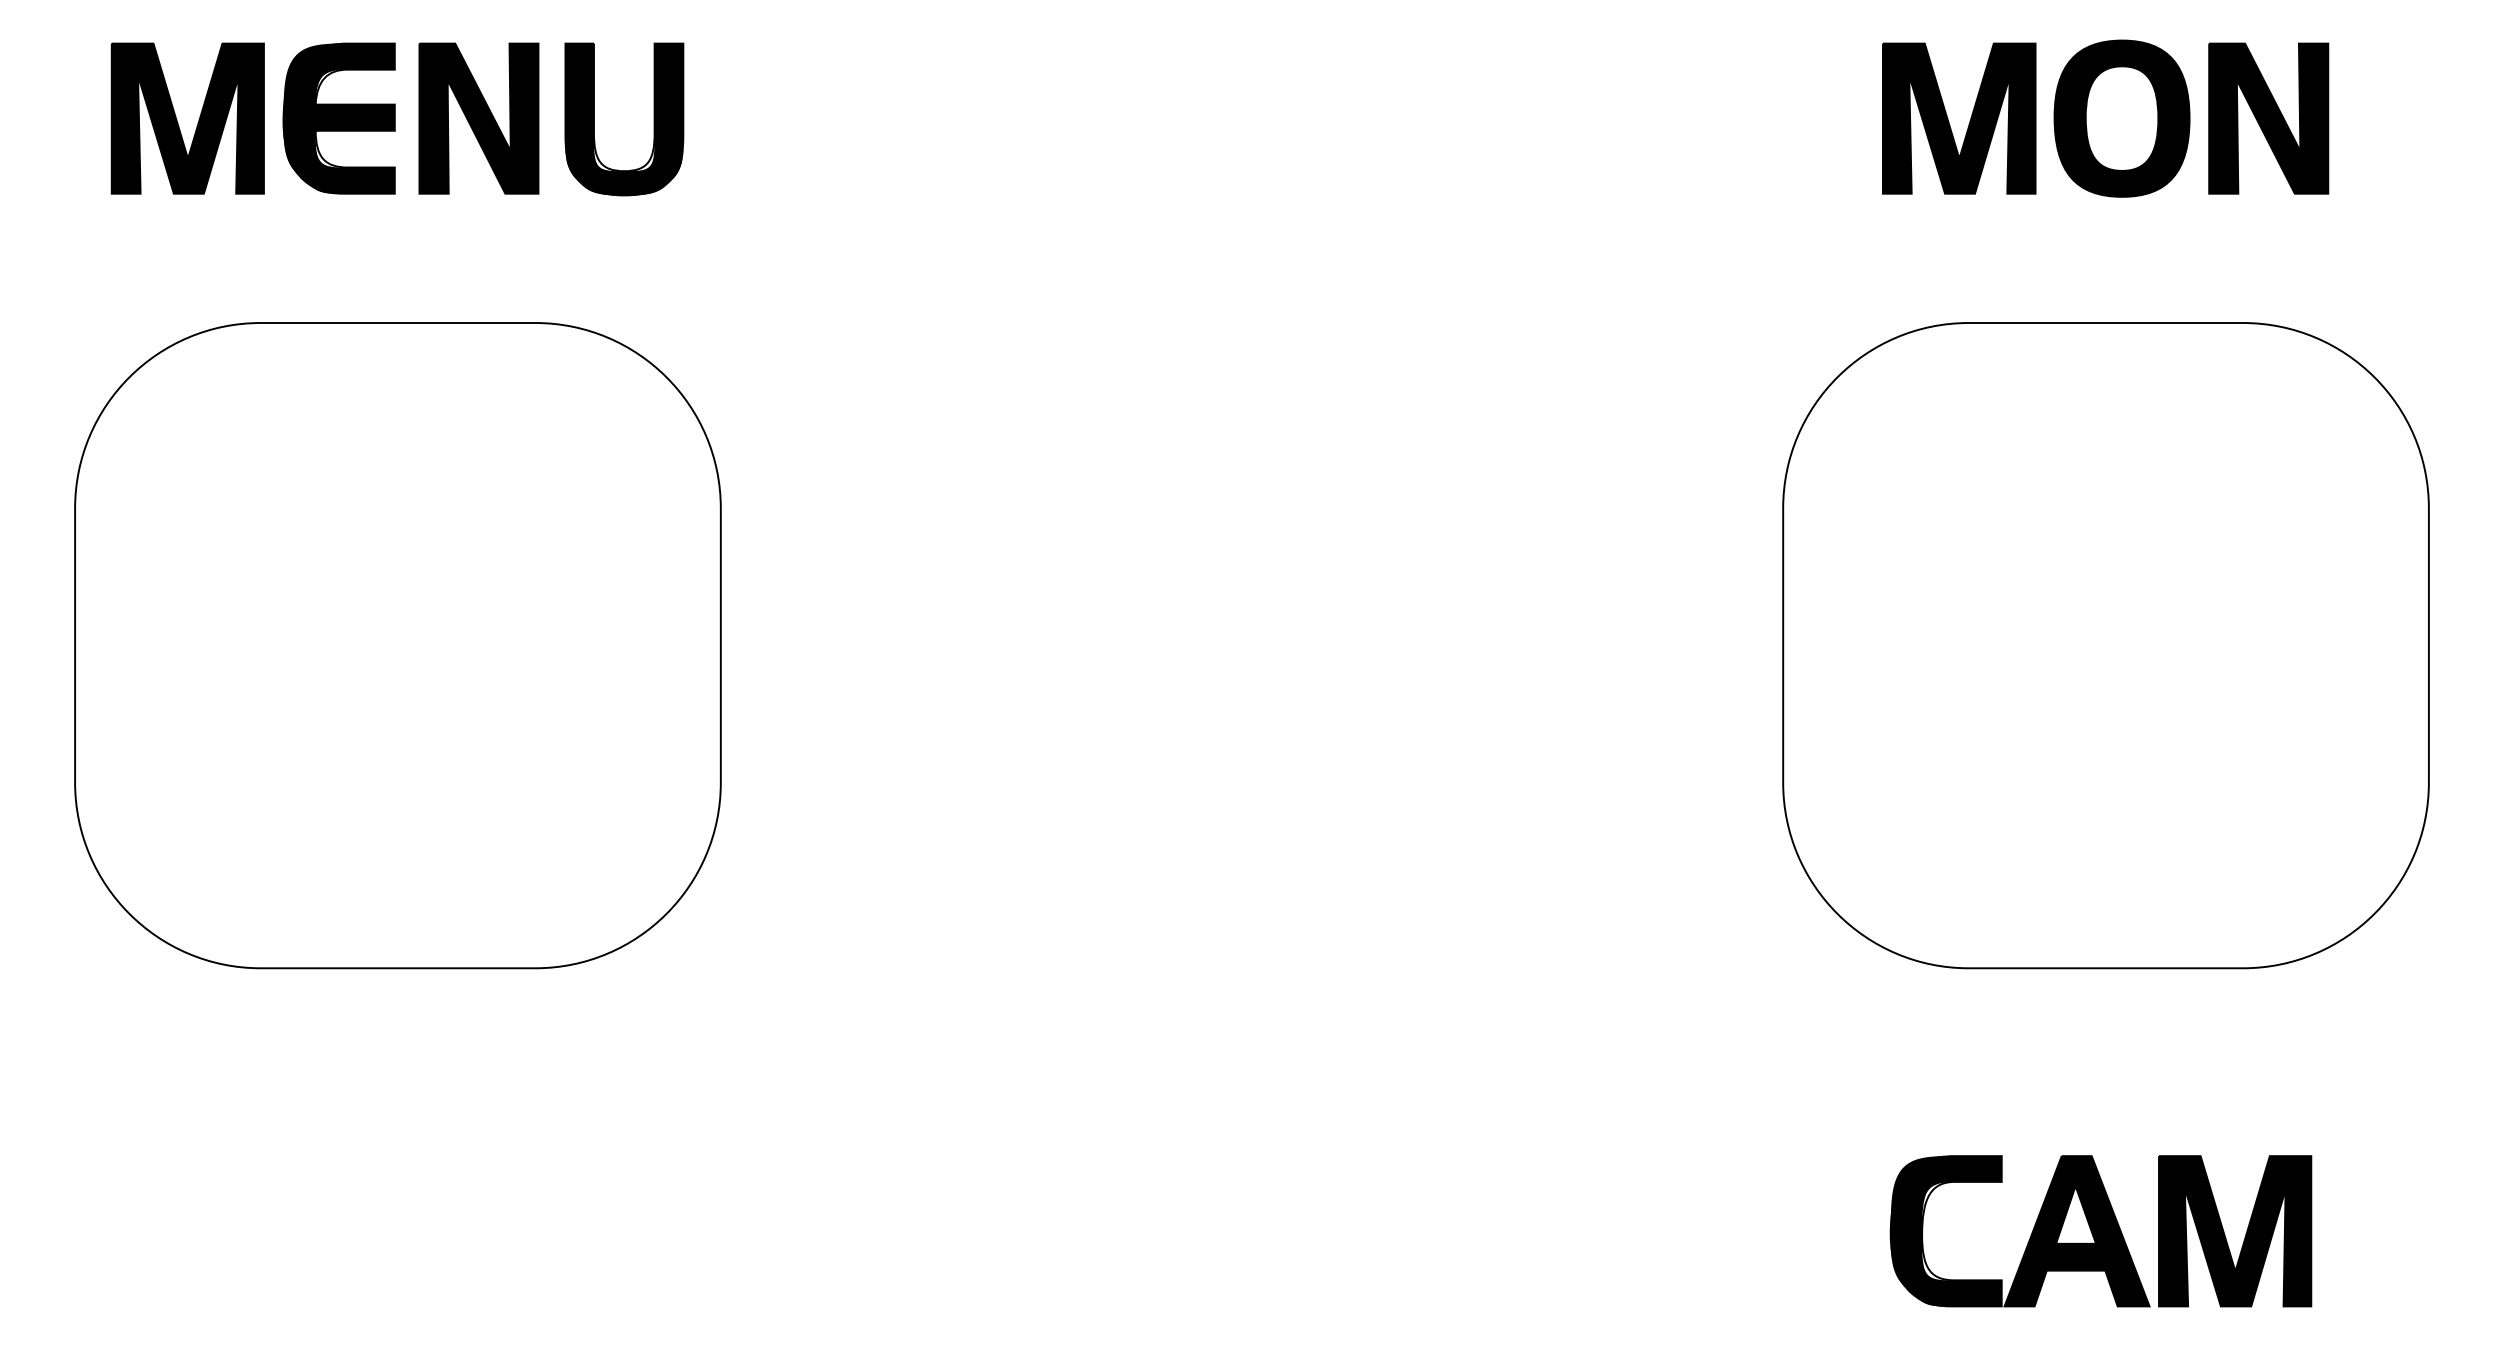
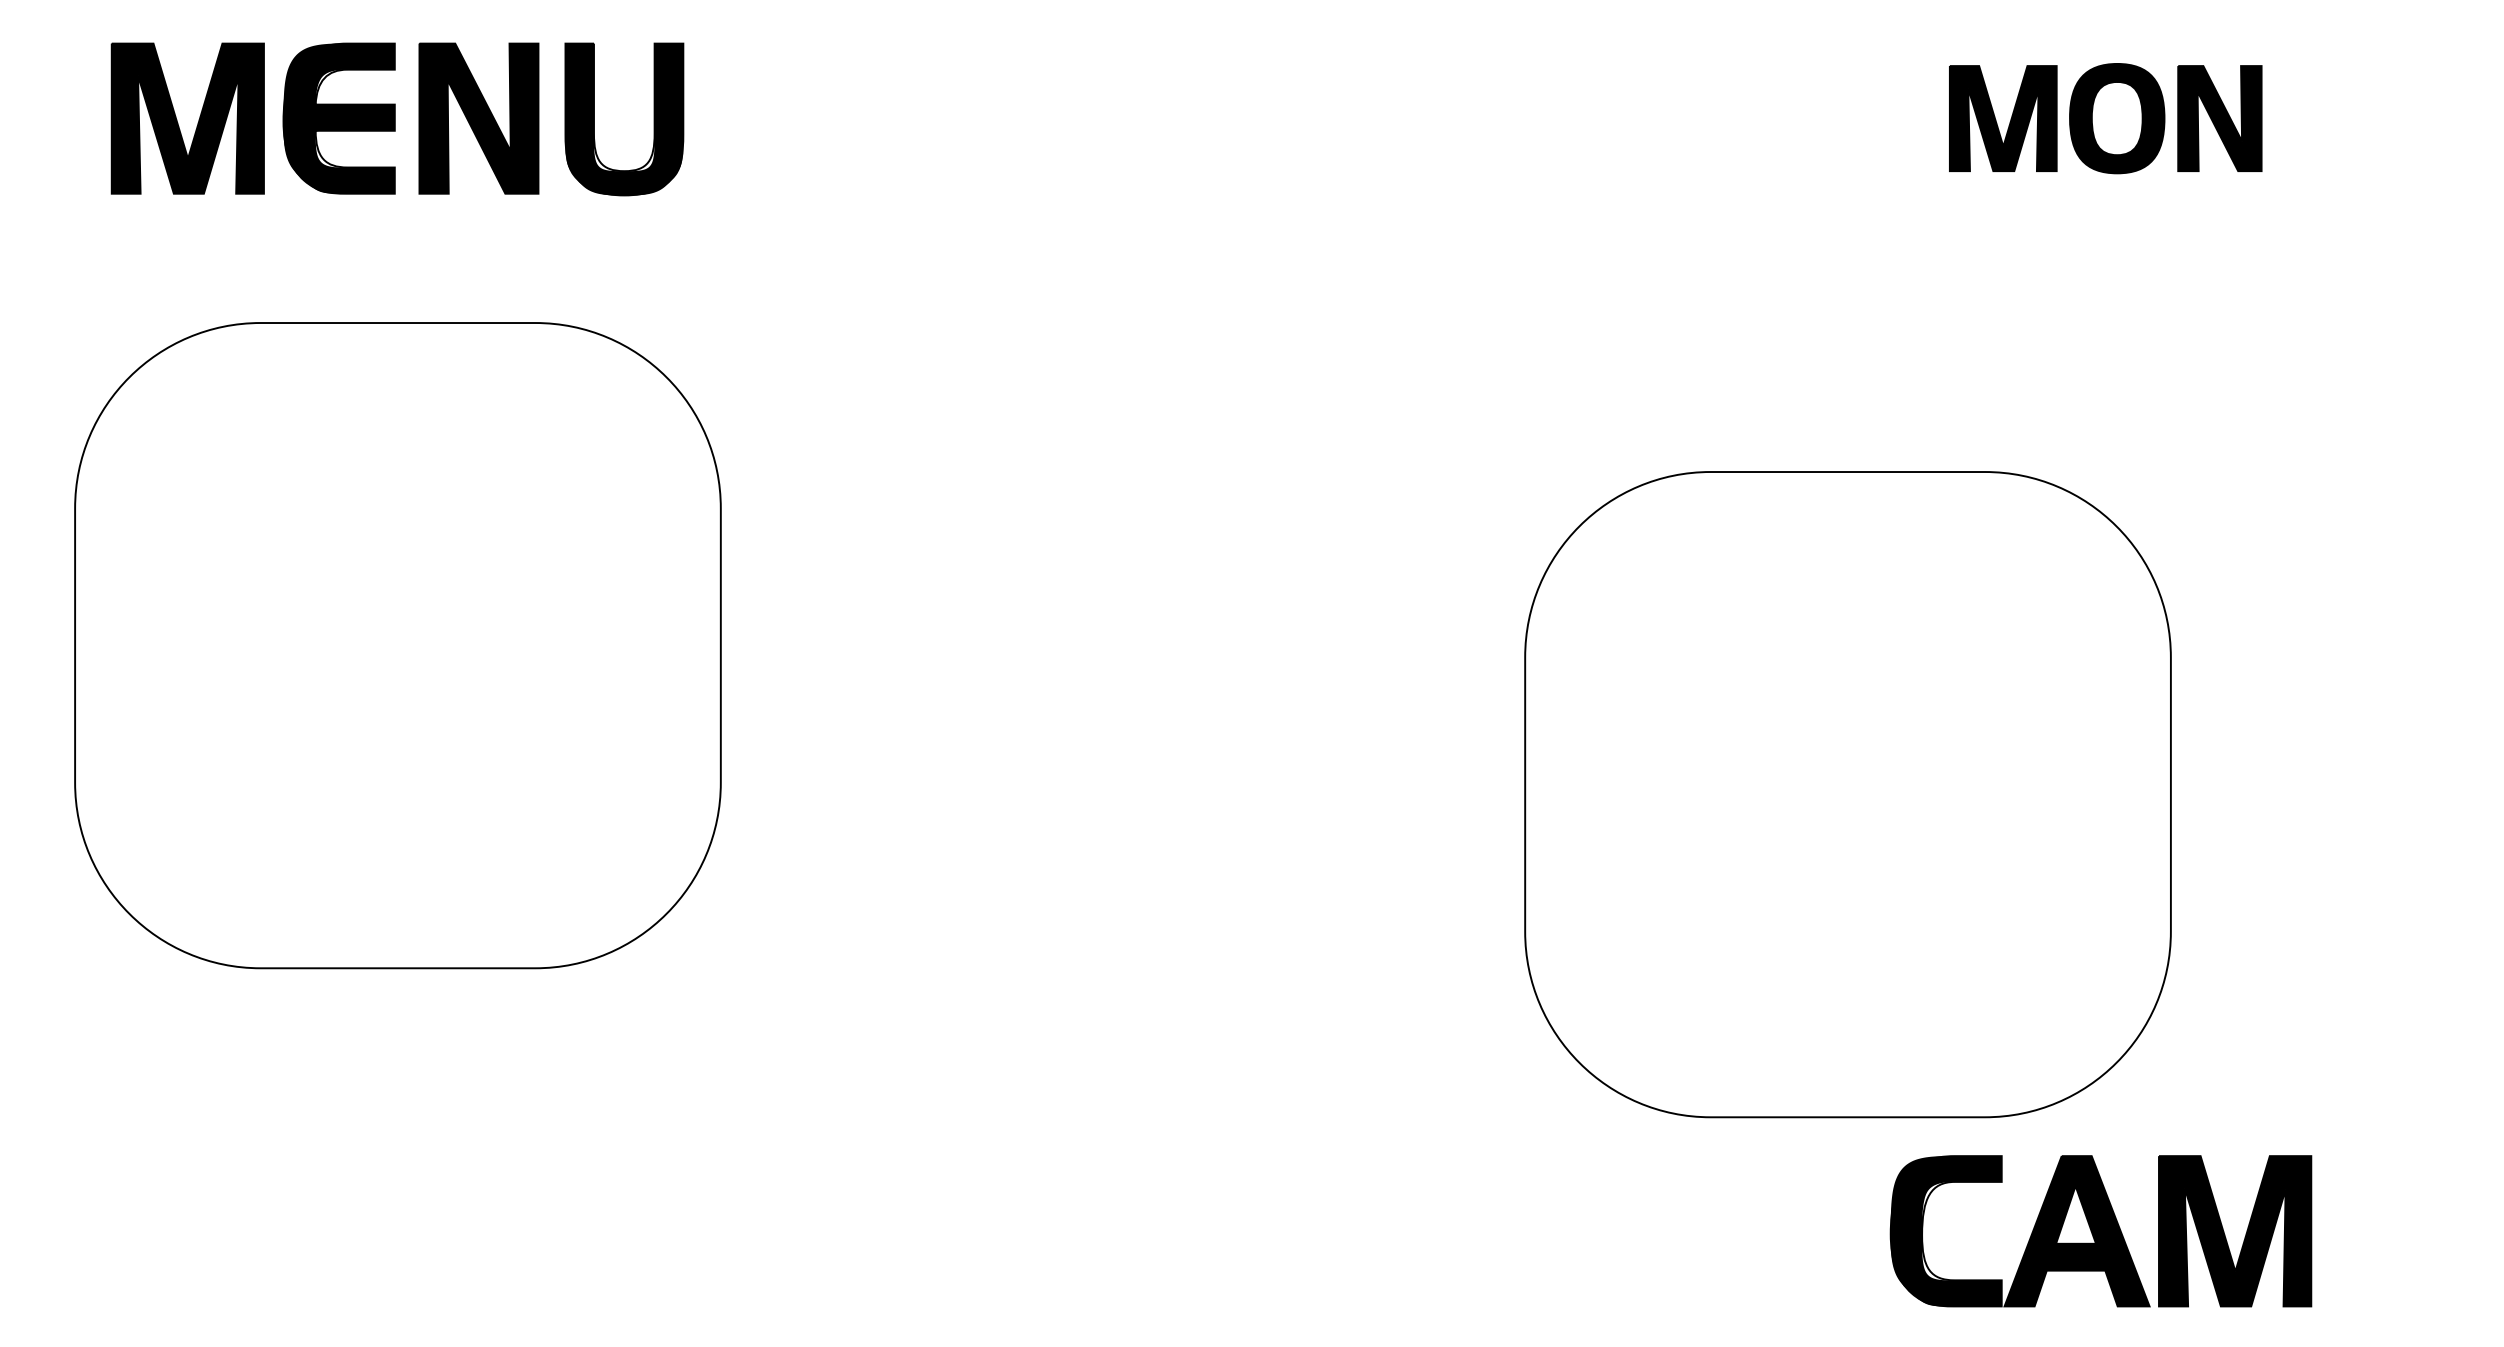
part at (2105, 118) size: 448x159 px -> 314x112 px
part at (2105, 645) position: (2105, 645) -> (1847, 794)
